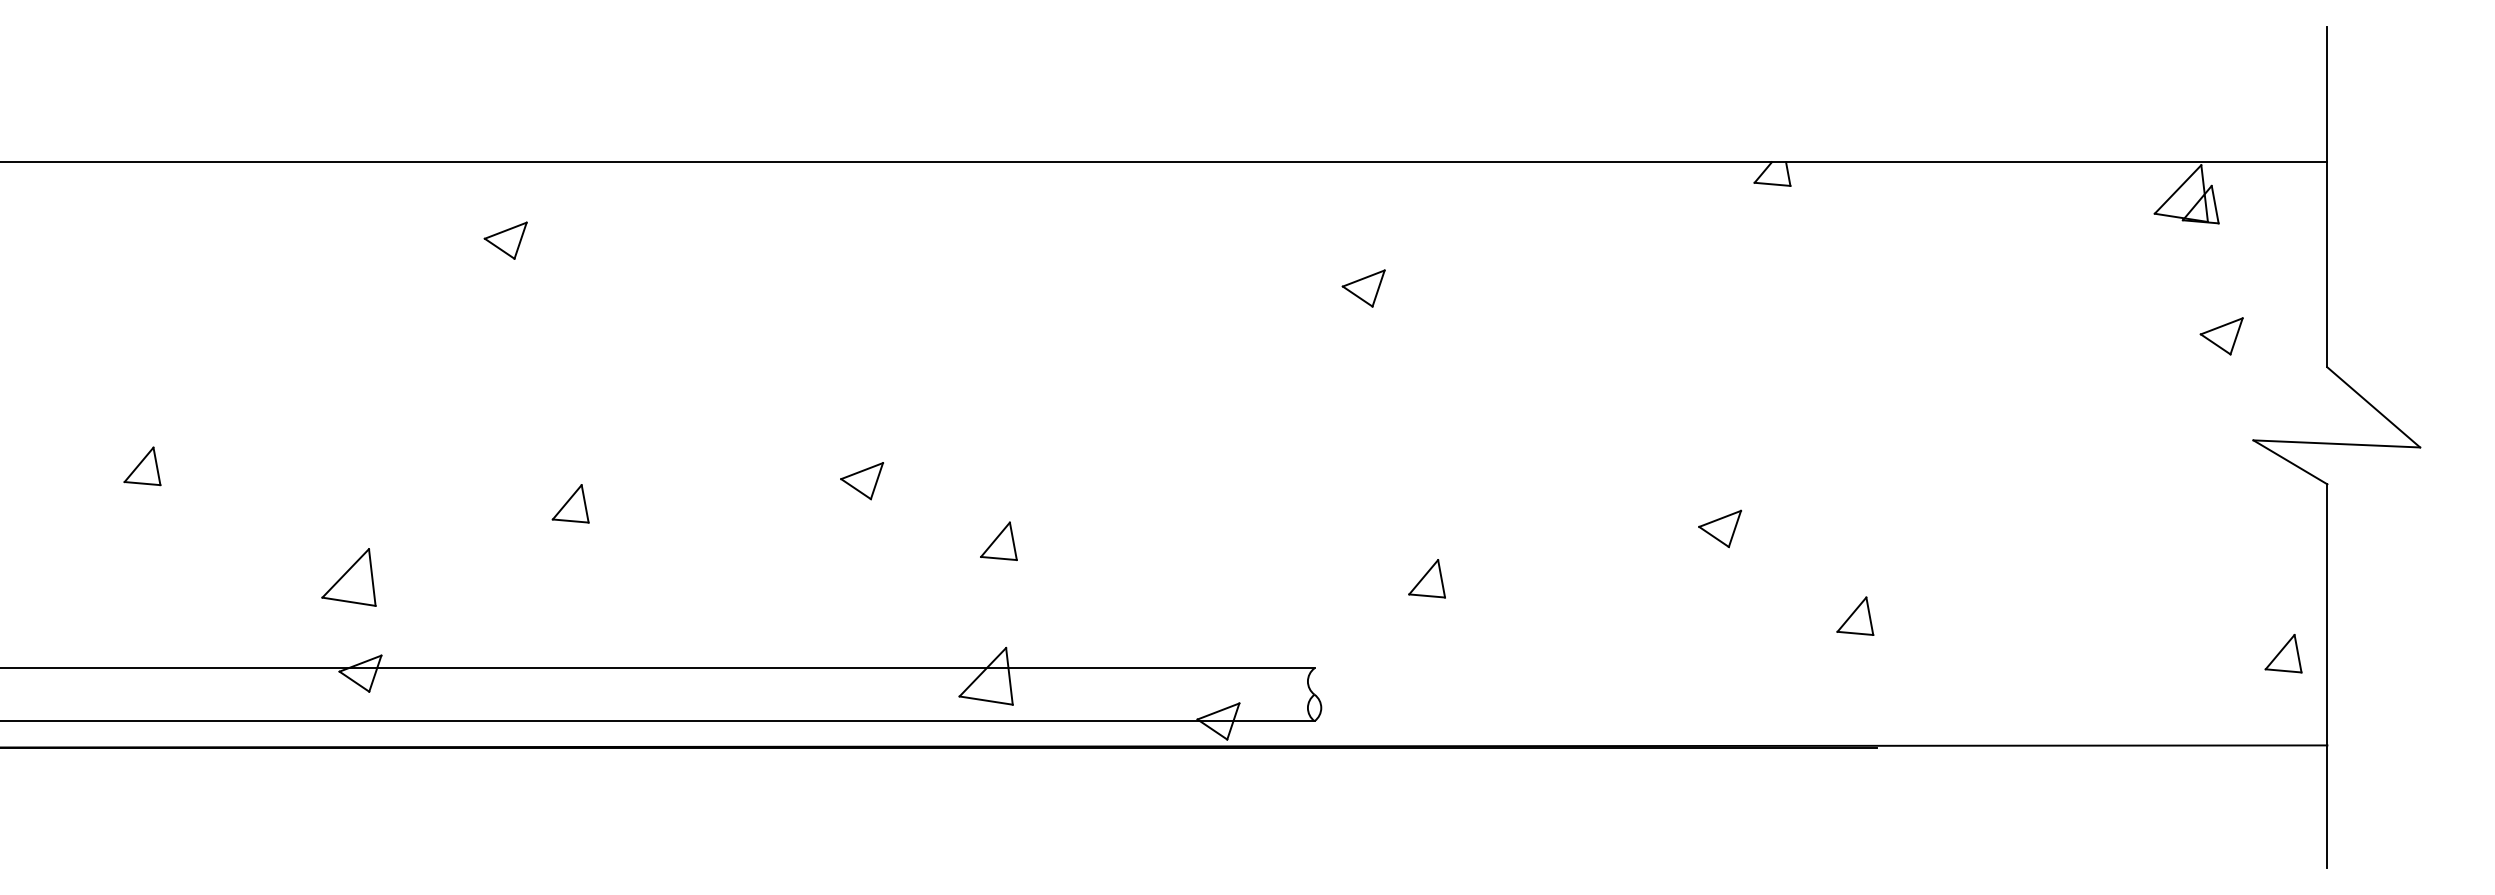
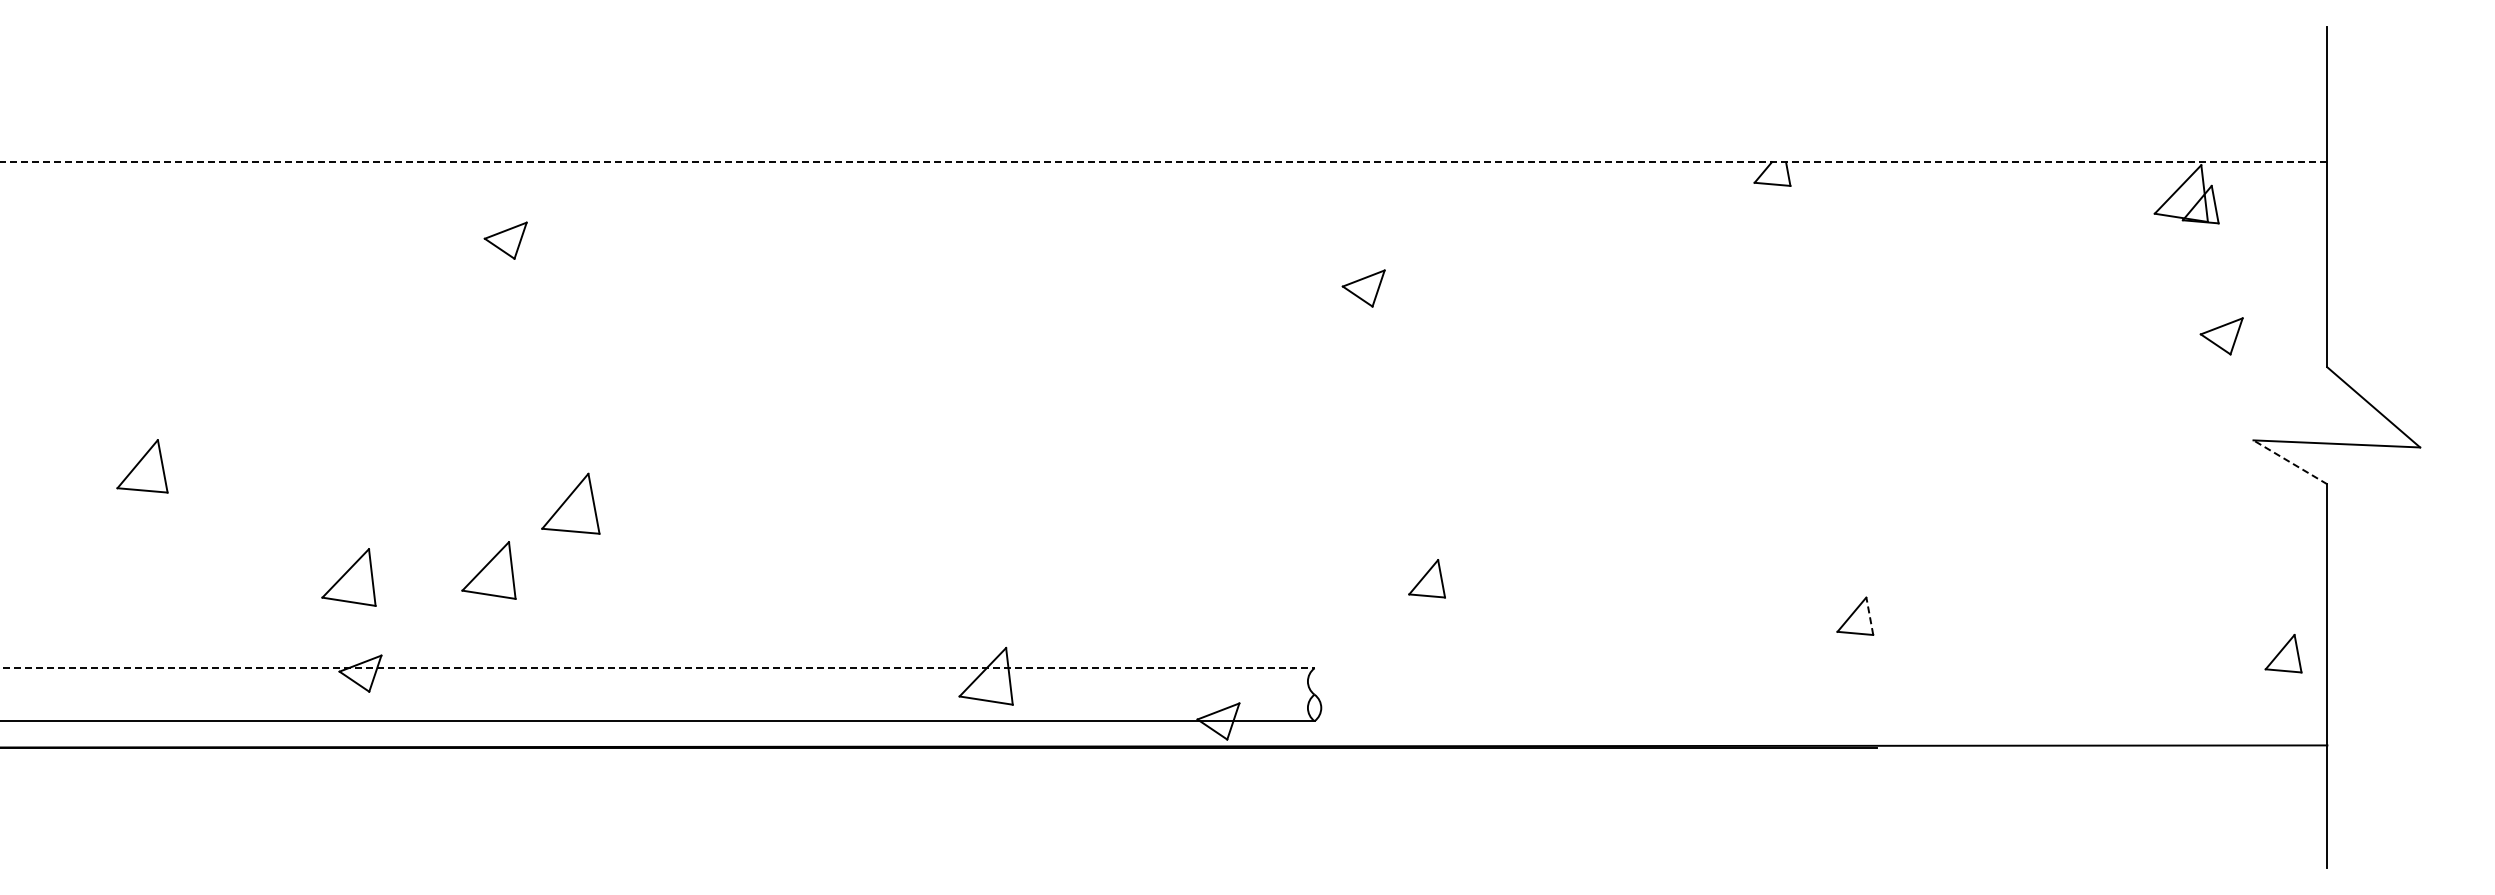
line at (1163, 162): solid -> dashed
line at (2290, 462): solid -> dashed
part at (142, 466) size: 39x41 px -> 53x55 px
part at (861, 481): present -> none
part at (570, 503) size: 39x40 px -> 60x63 px
part at (1720, 528): present -> none
part at (998, 540): present -> none
part at (488, 570): none -> present
line at (1869, 615): solid -> dashed
line at (657, 668): solid -> dashed
